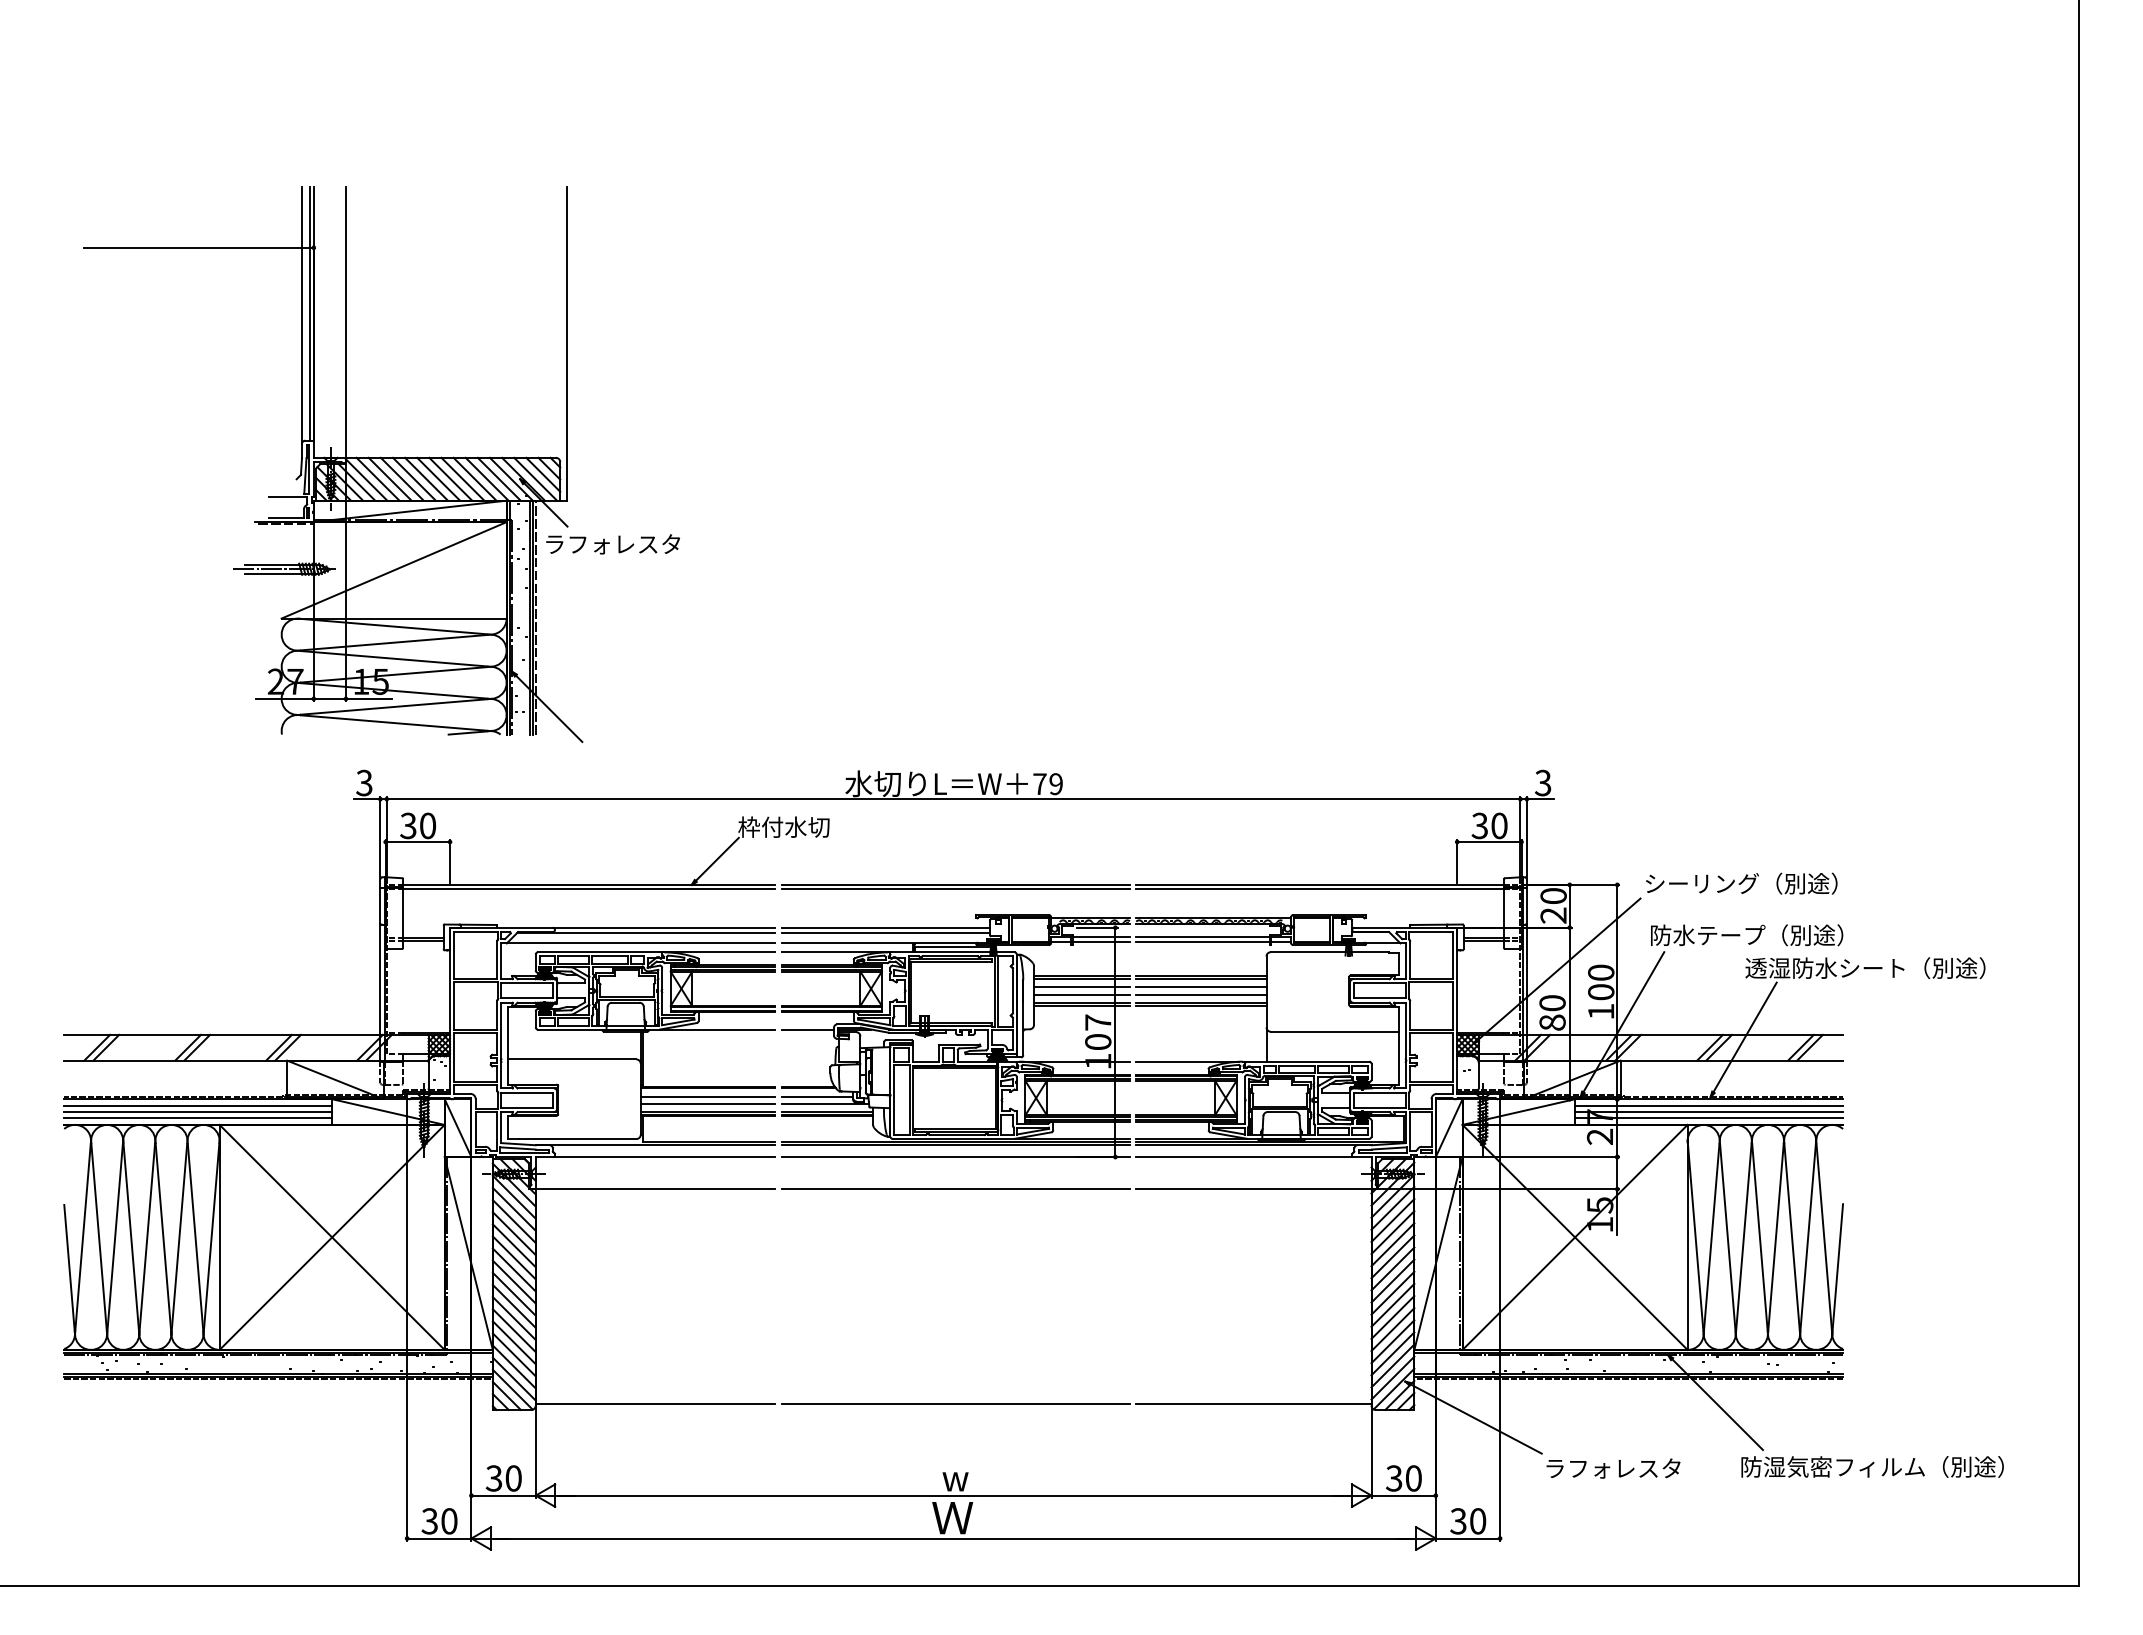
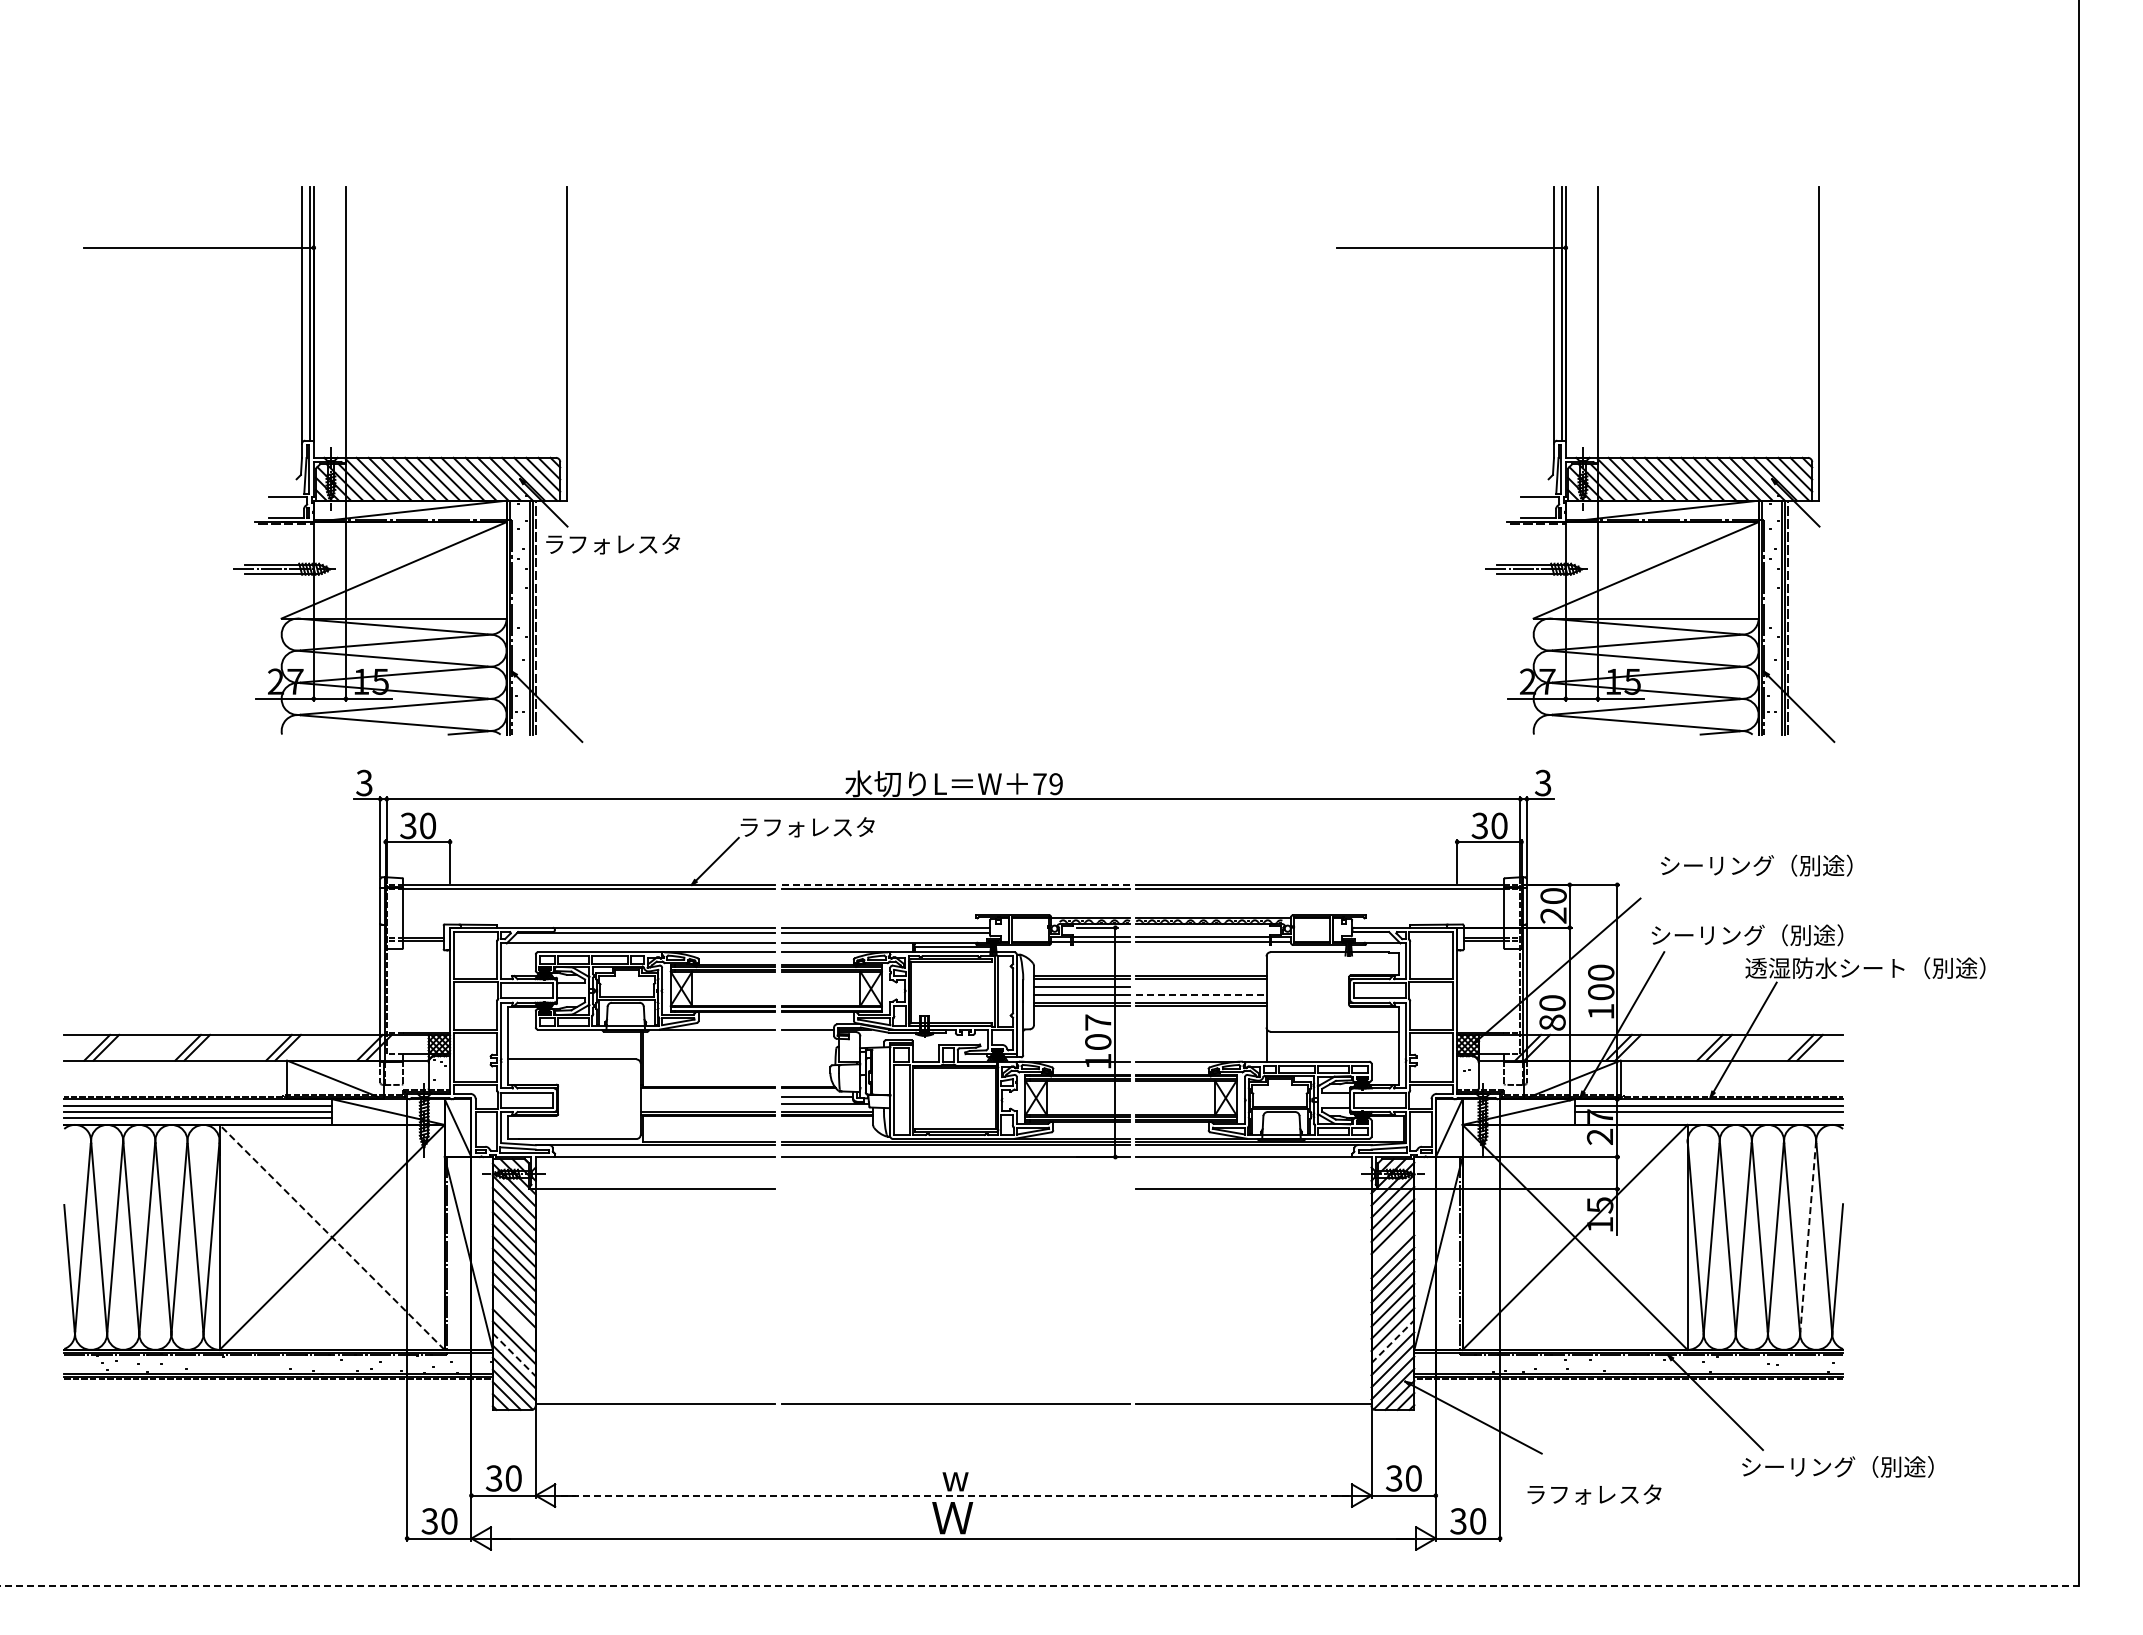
part at (1585, 464): none -> present
text at (806, 826): 枠付水切 -> ラフォレスタ
text at (1741, 883) position: (1741, 883) -> (1756, 865)
line at (956, 884): solid -> dashed
text at (1708, 934): 防水テープ（別途） -> シーリング（別途）
line at (1201, 987): present -> none
line at (1201, 994): solid -> dashed
line at (707, 1096): present -> none
line at (707, 1103): present -> none
line at (1709, 1118): present -> none
line at (955, 1189): present -> none
line at (1808, 1236): solid -> dashed
line at (331, 1237): solid -> dashed
line at (1392, 1244): present -> none
line at (513, 1318): present -> none
line at (1393, 1341): solid -> dashed
line at (514, 1355): solid -> dashed
text at (1872, 1466): 防湿気密フィルム（別途） -> シーリング（別途）
text at (1613, 1468) position: (1613, 1468) -> (1594, 1494)
line at (953, 1495): solid -> dashed
line at (1040, 1586): solid -> dashed
